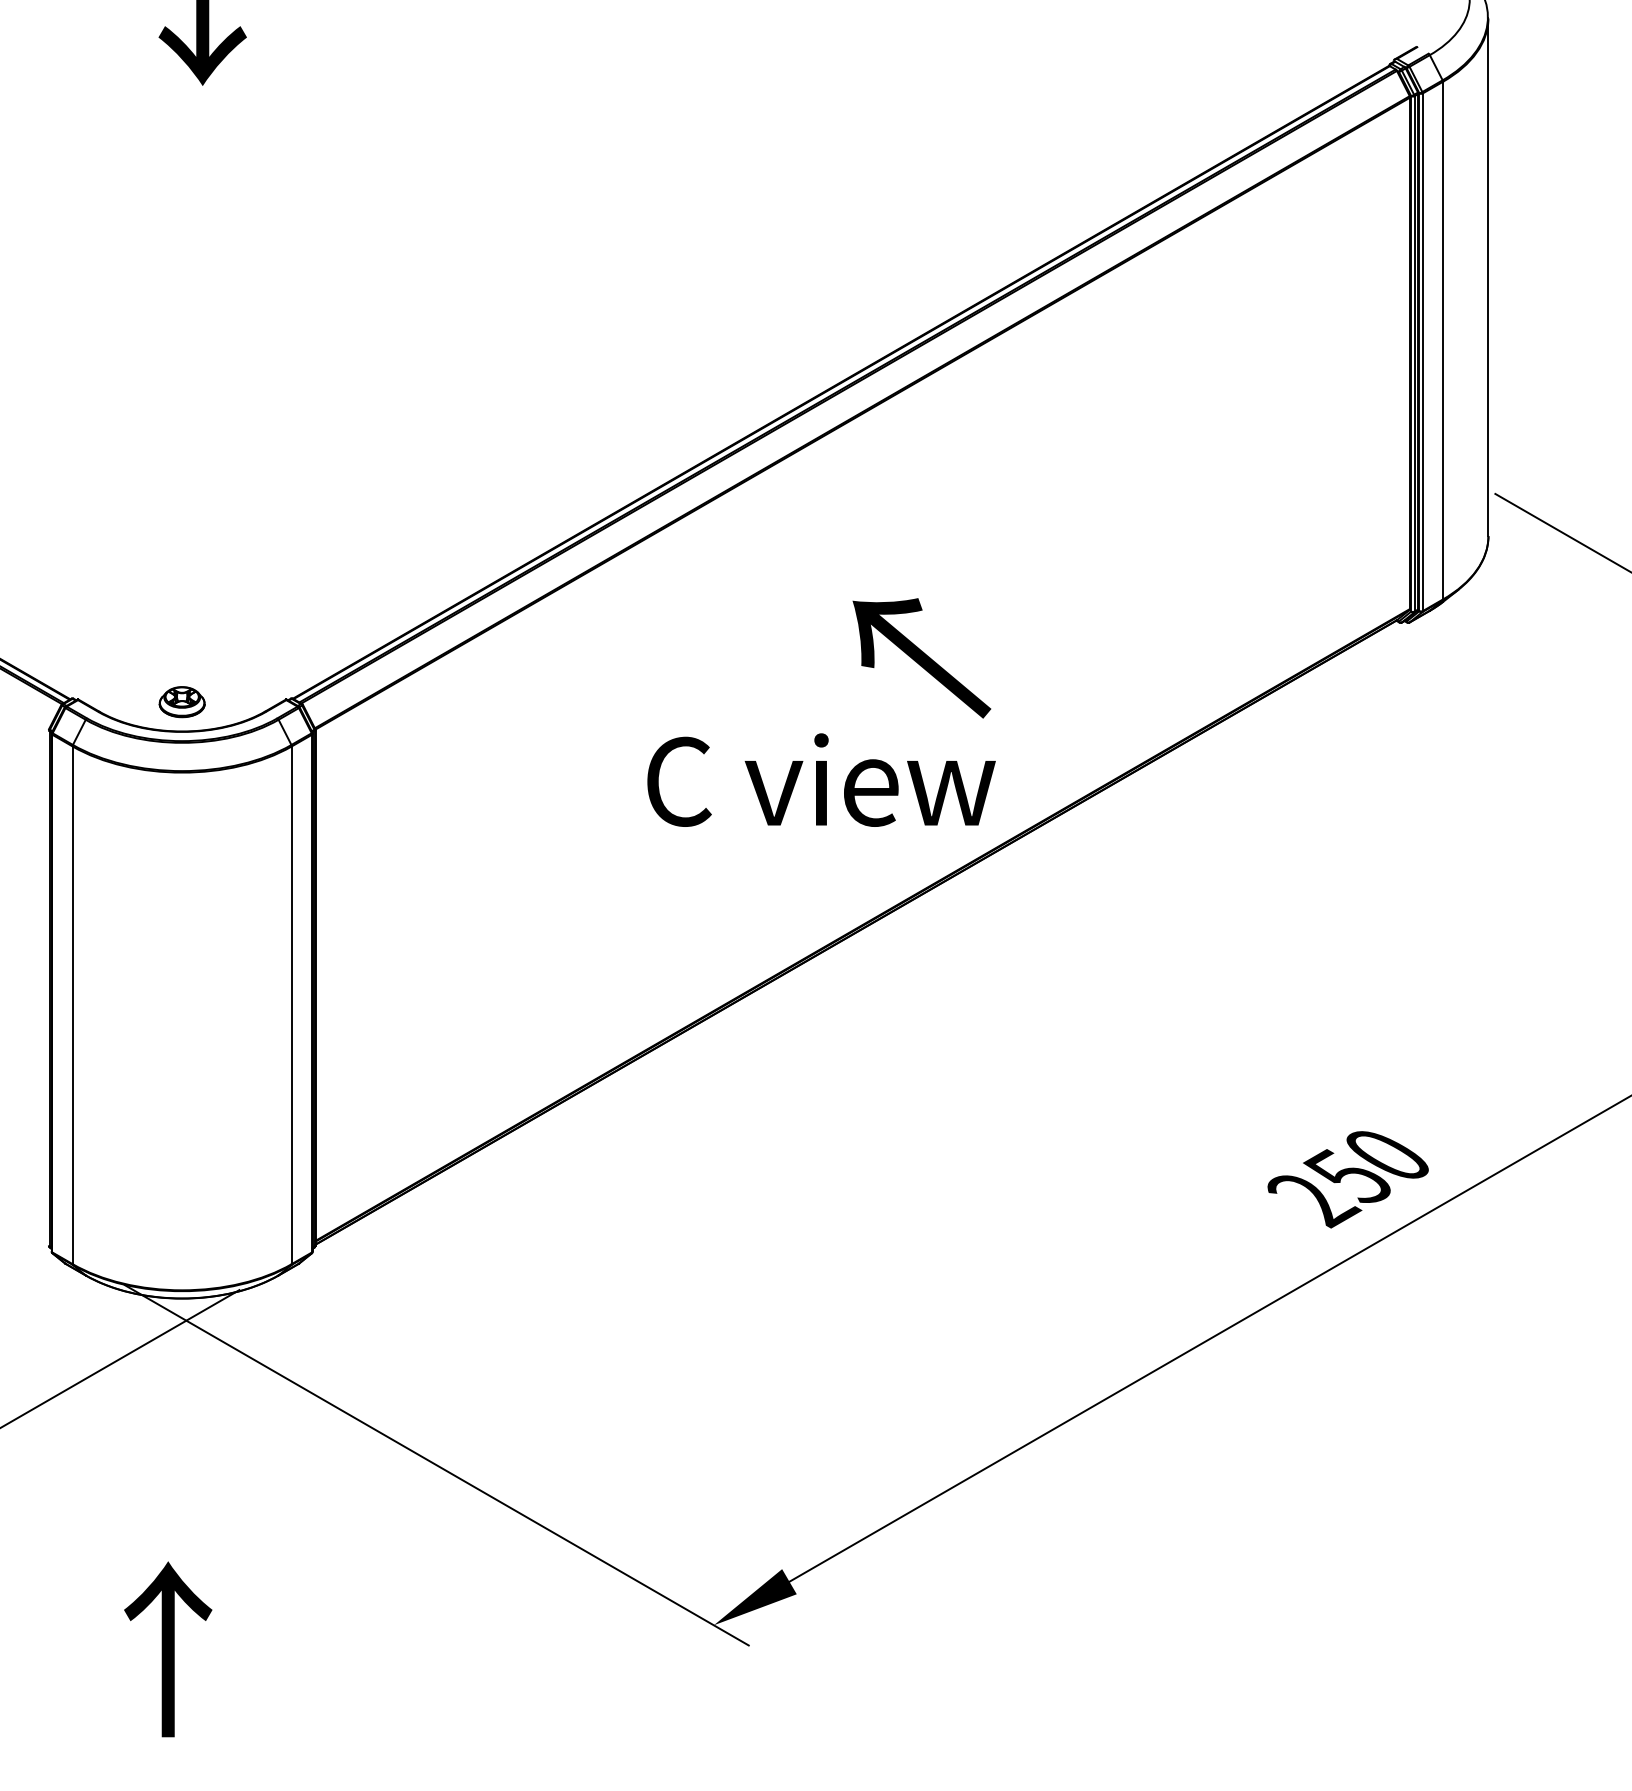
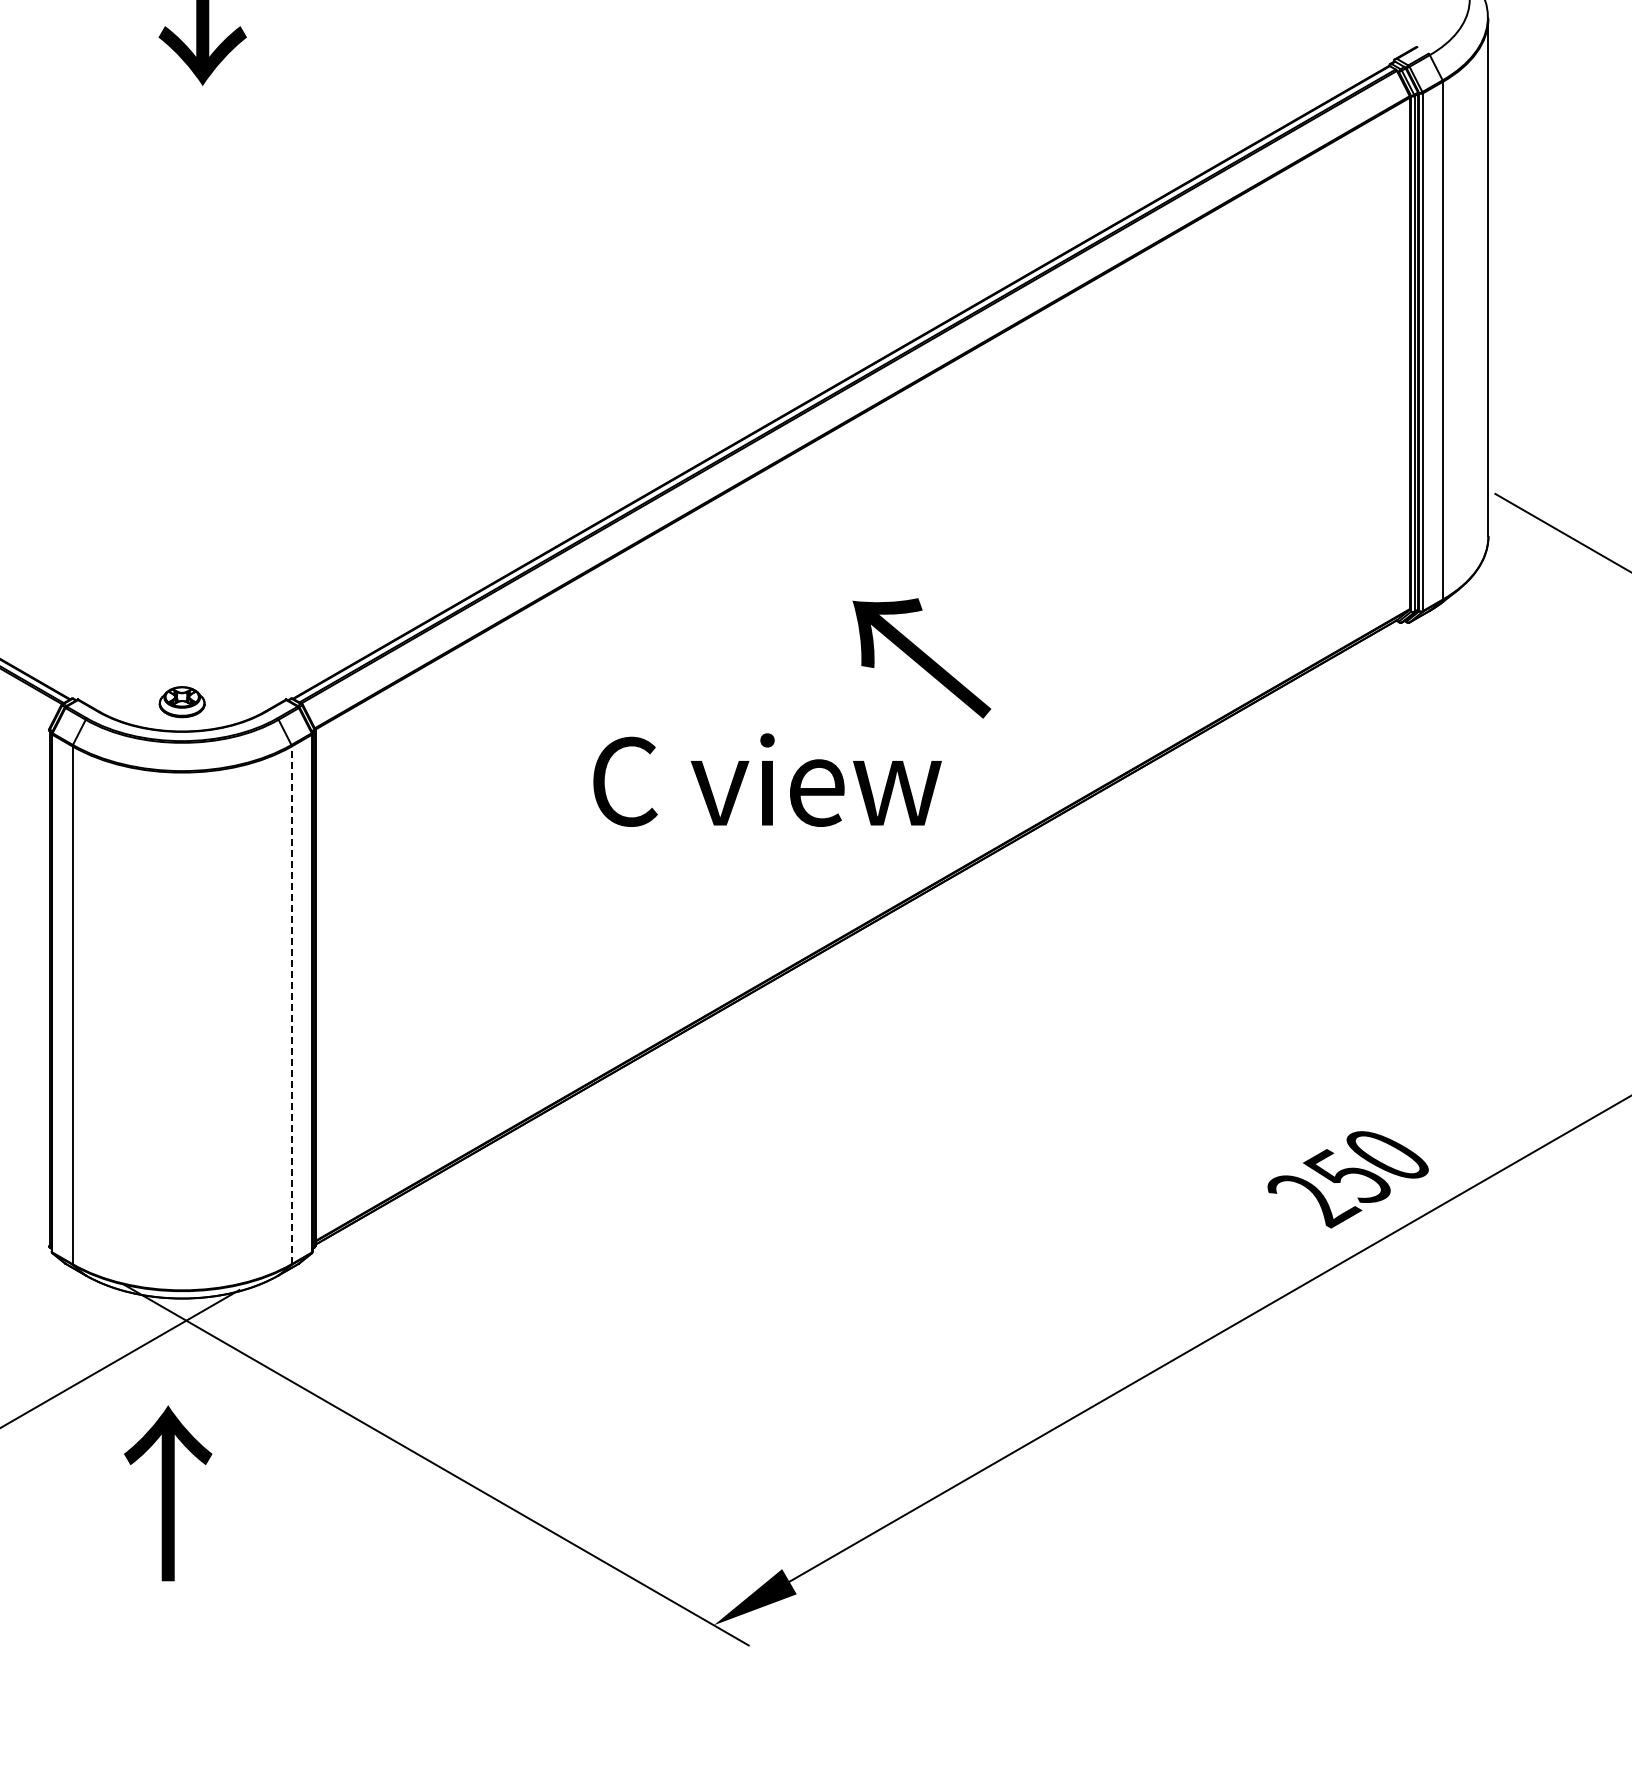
text at (821, 779) position: (821, 779) -> (767, 779)
line at (291, 1005): solid -> dashed
text at (168, 1649) position: (168, 1649) -> (168, 1493)
